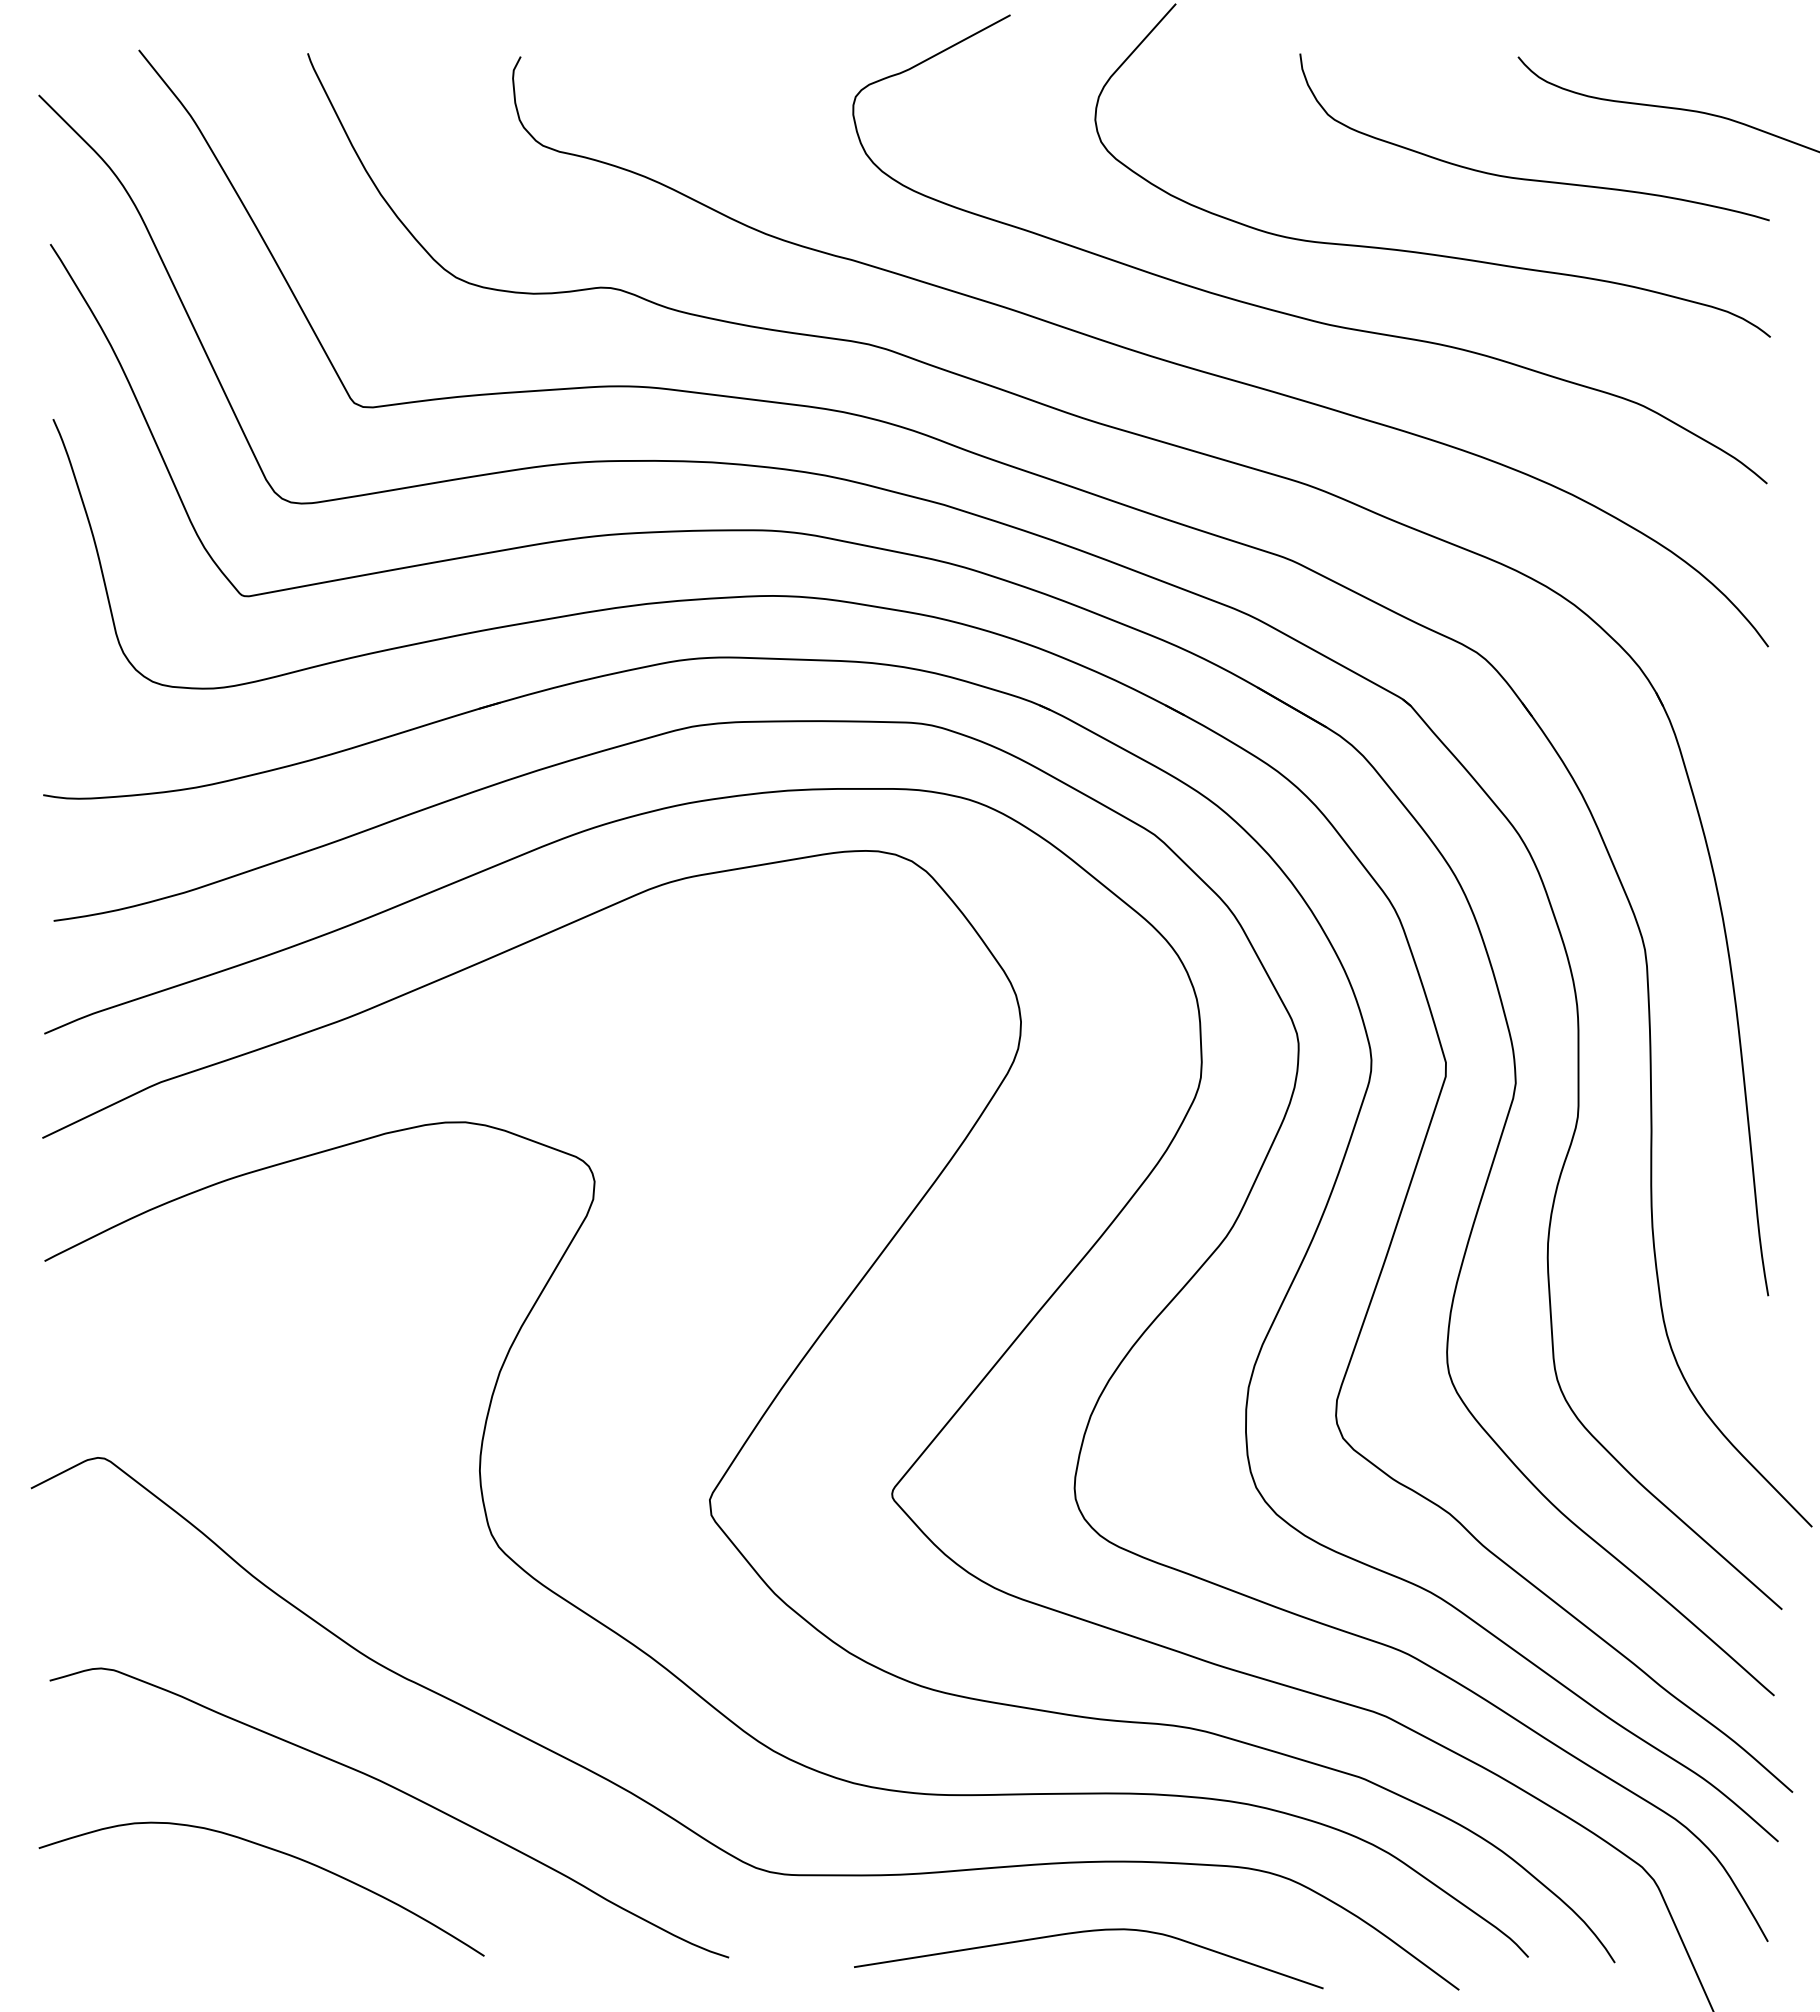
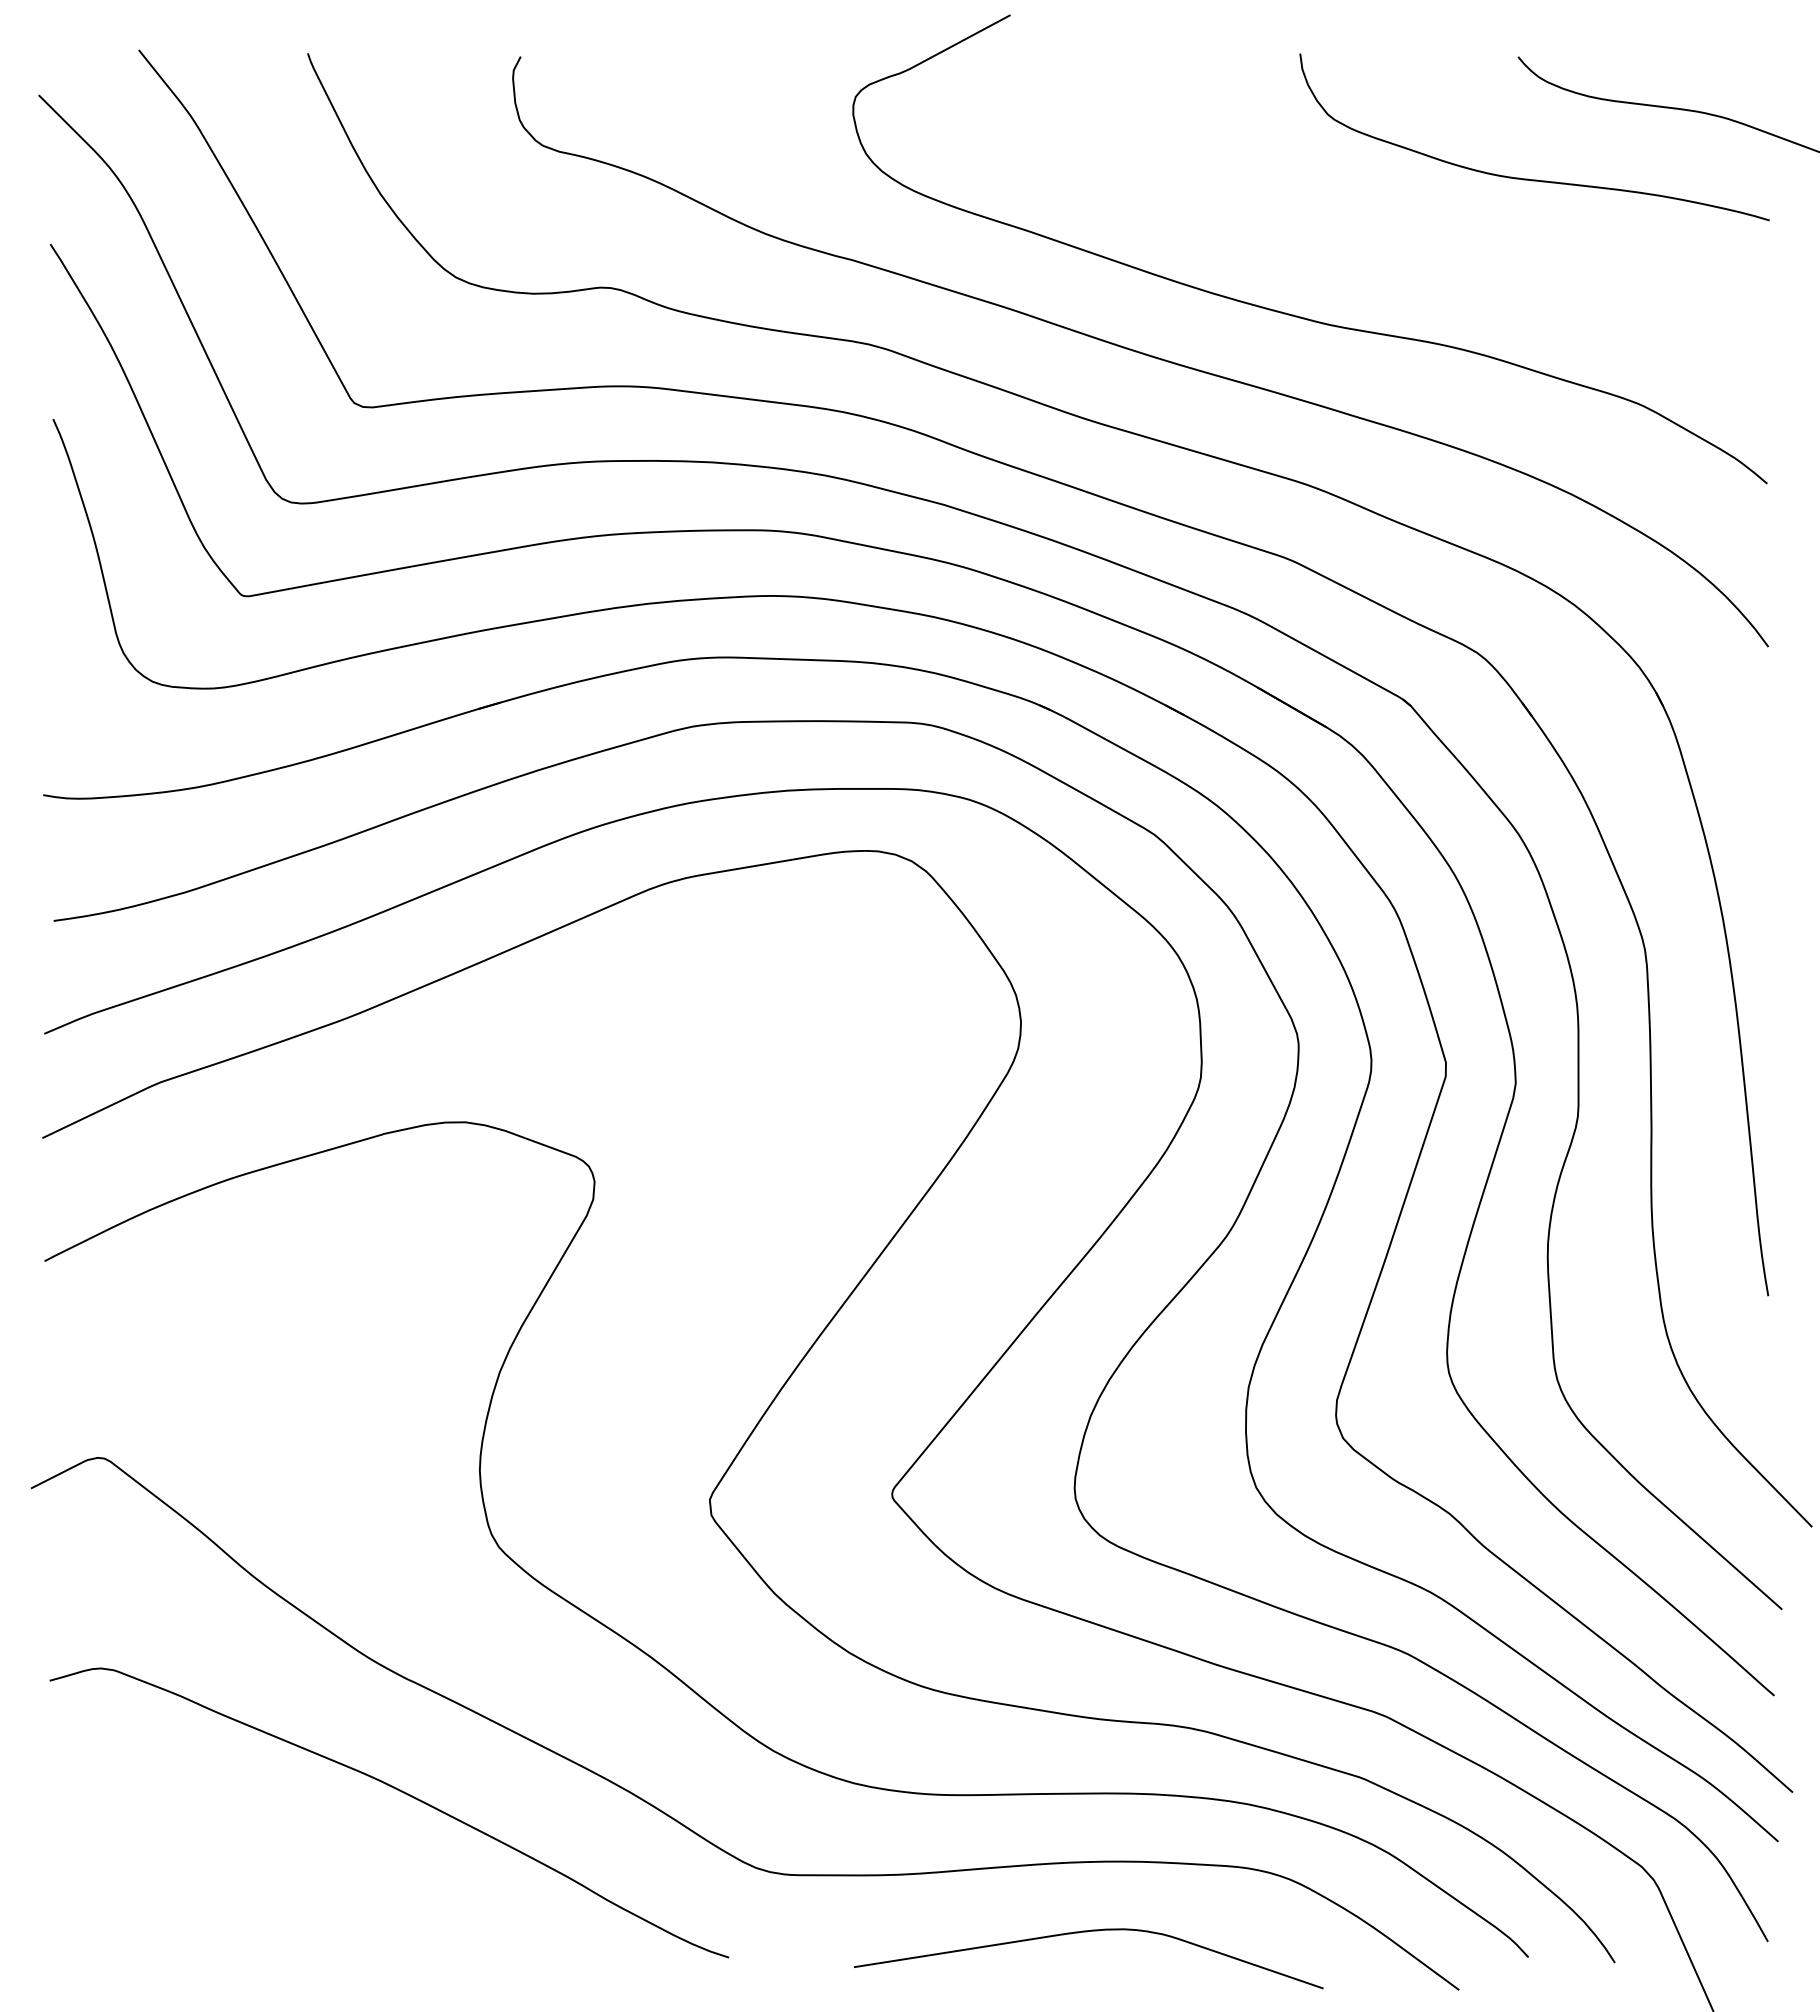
curve at (1418, 251): present -> none
curve at (272, 1850): present -> none
